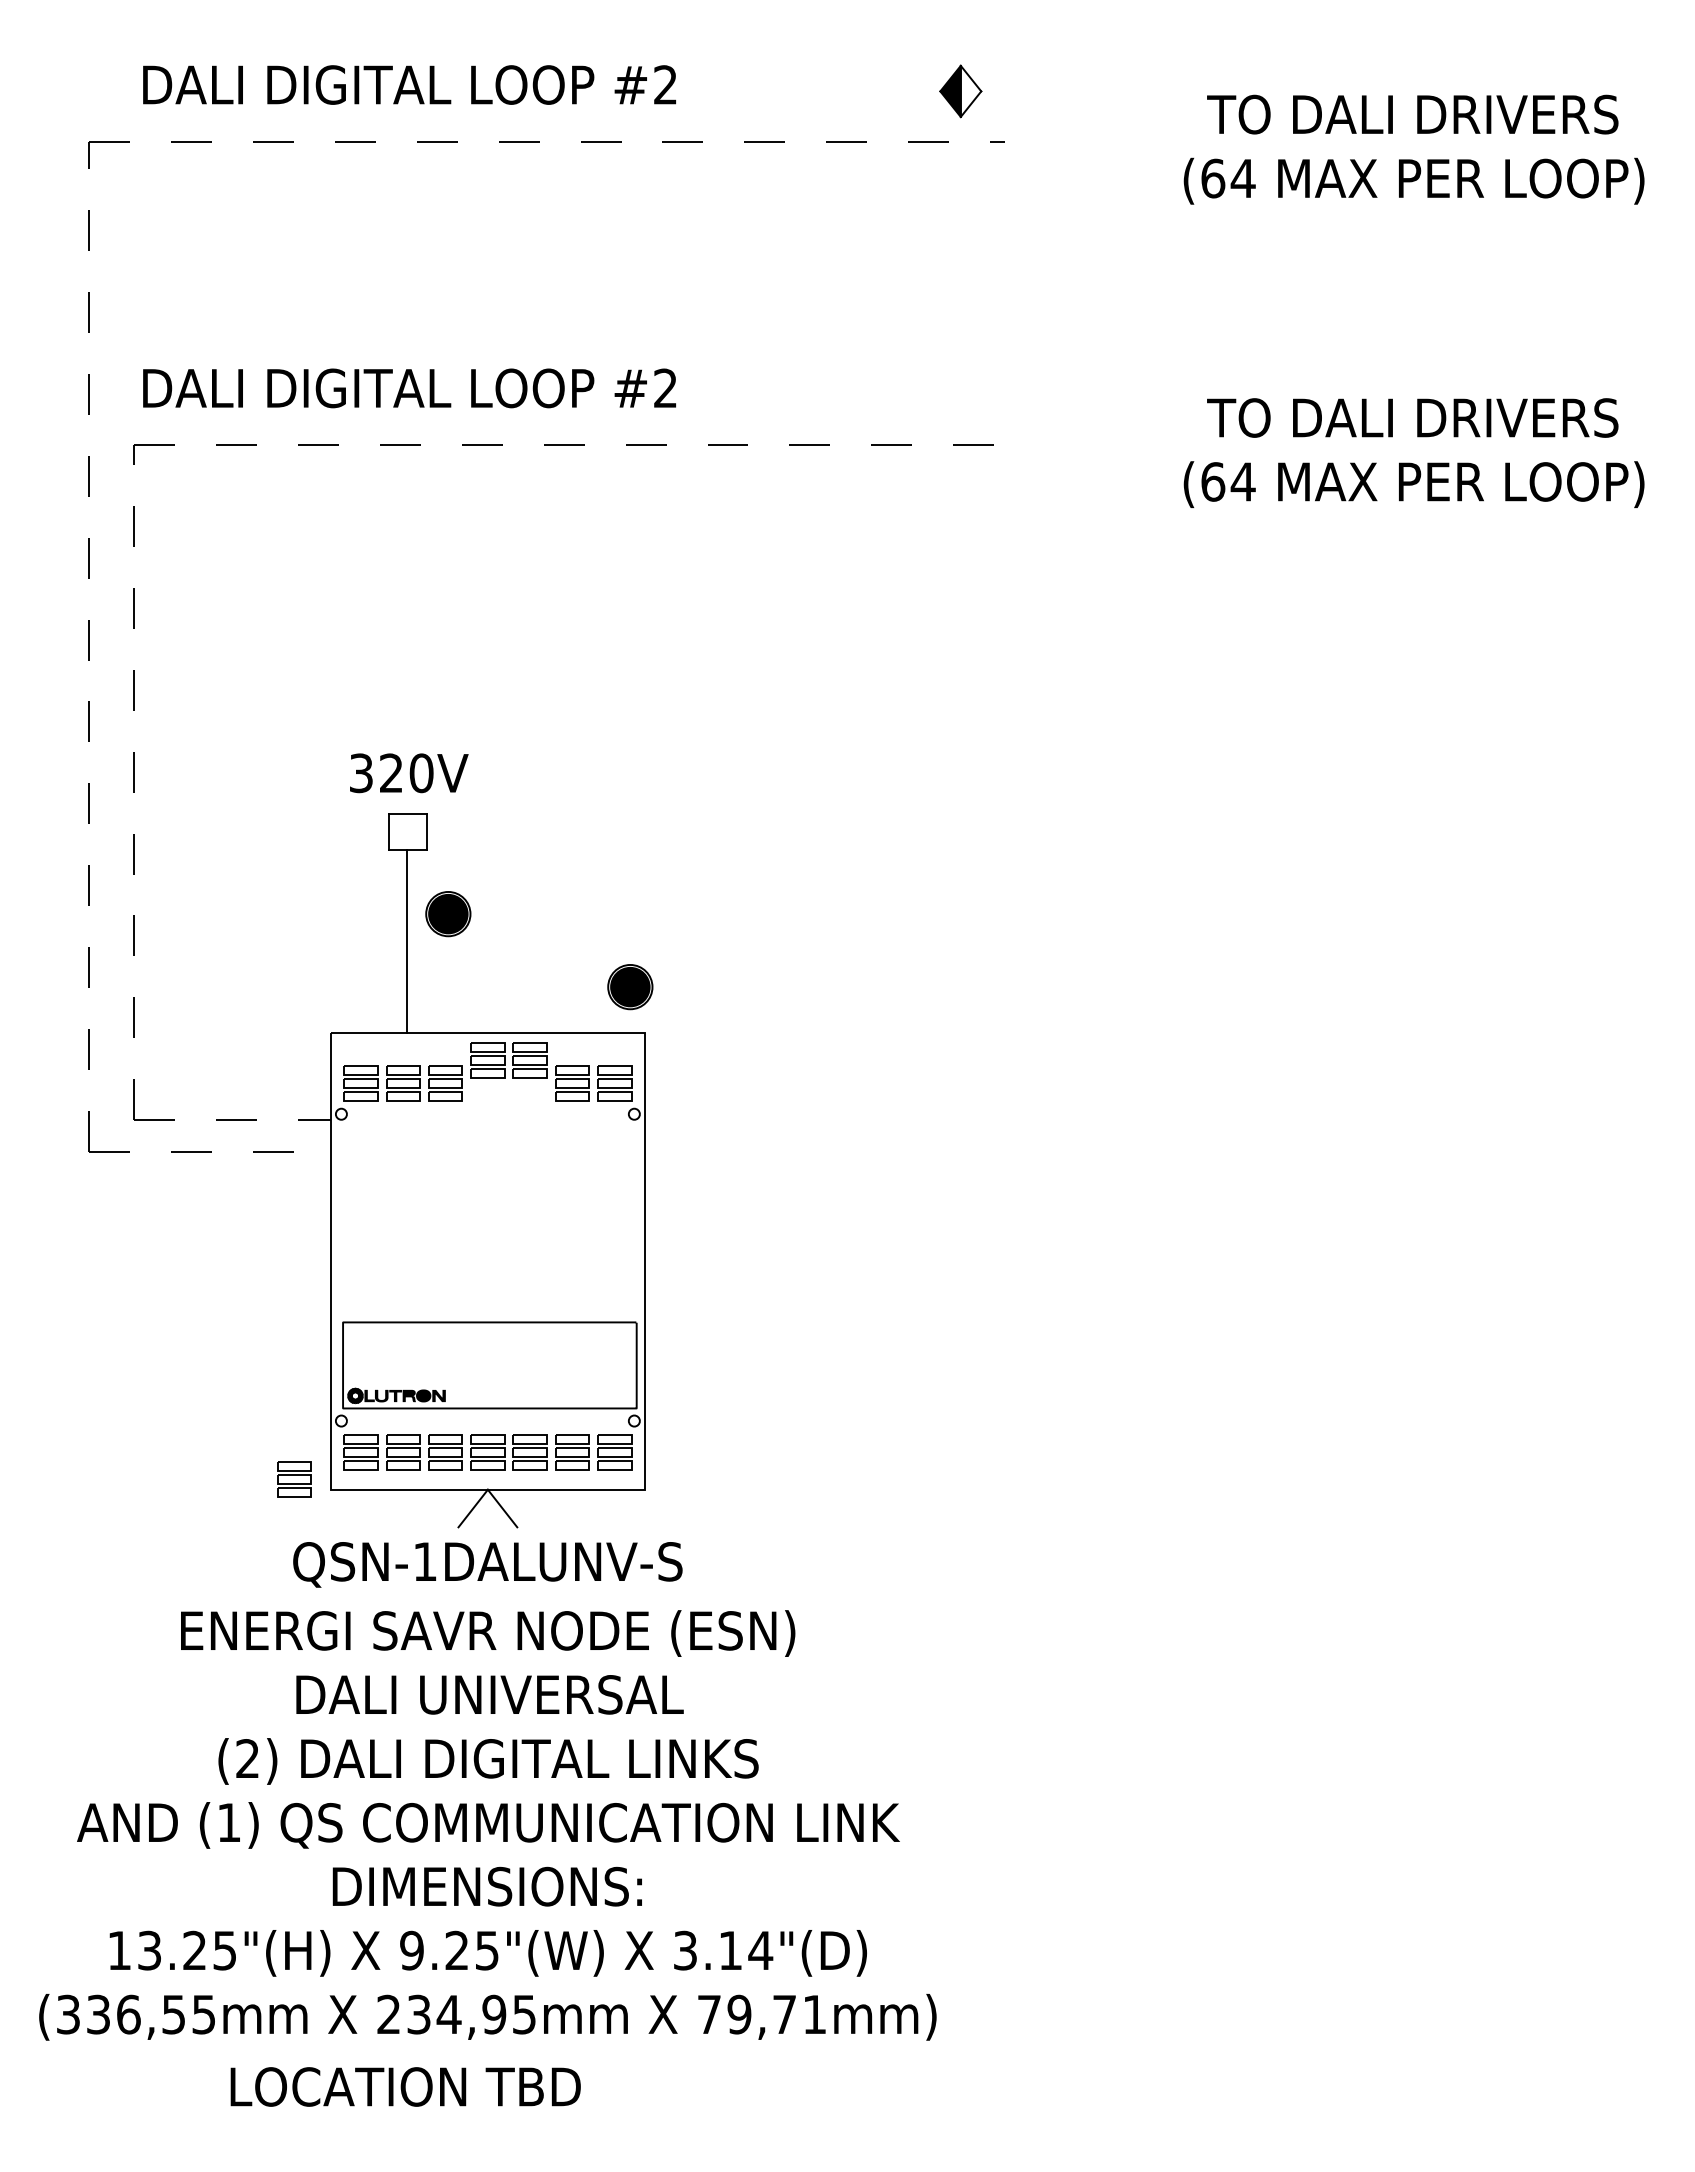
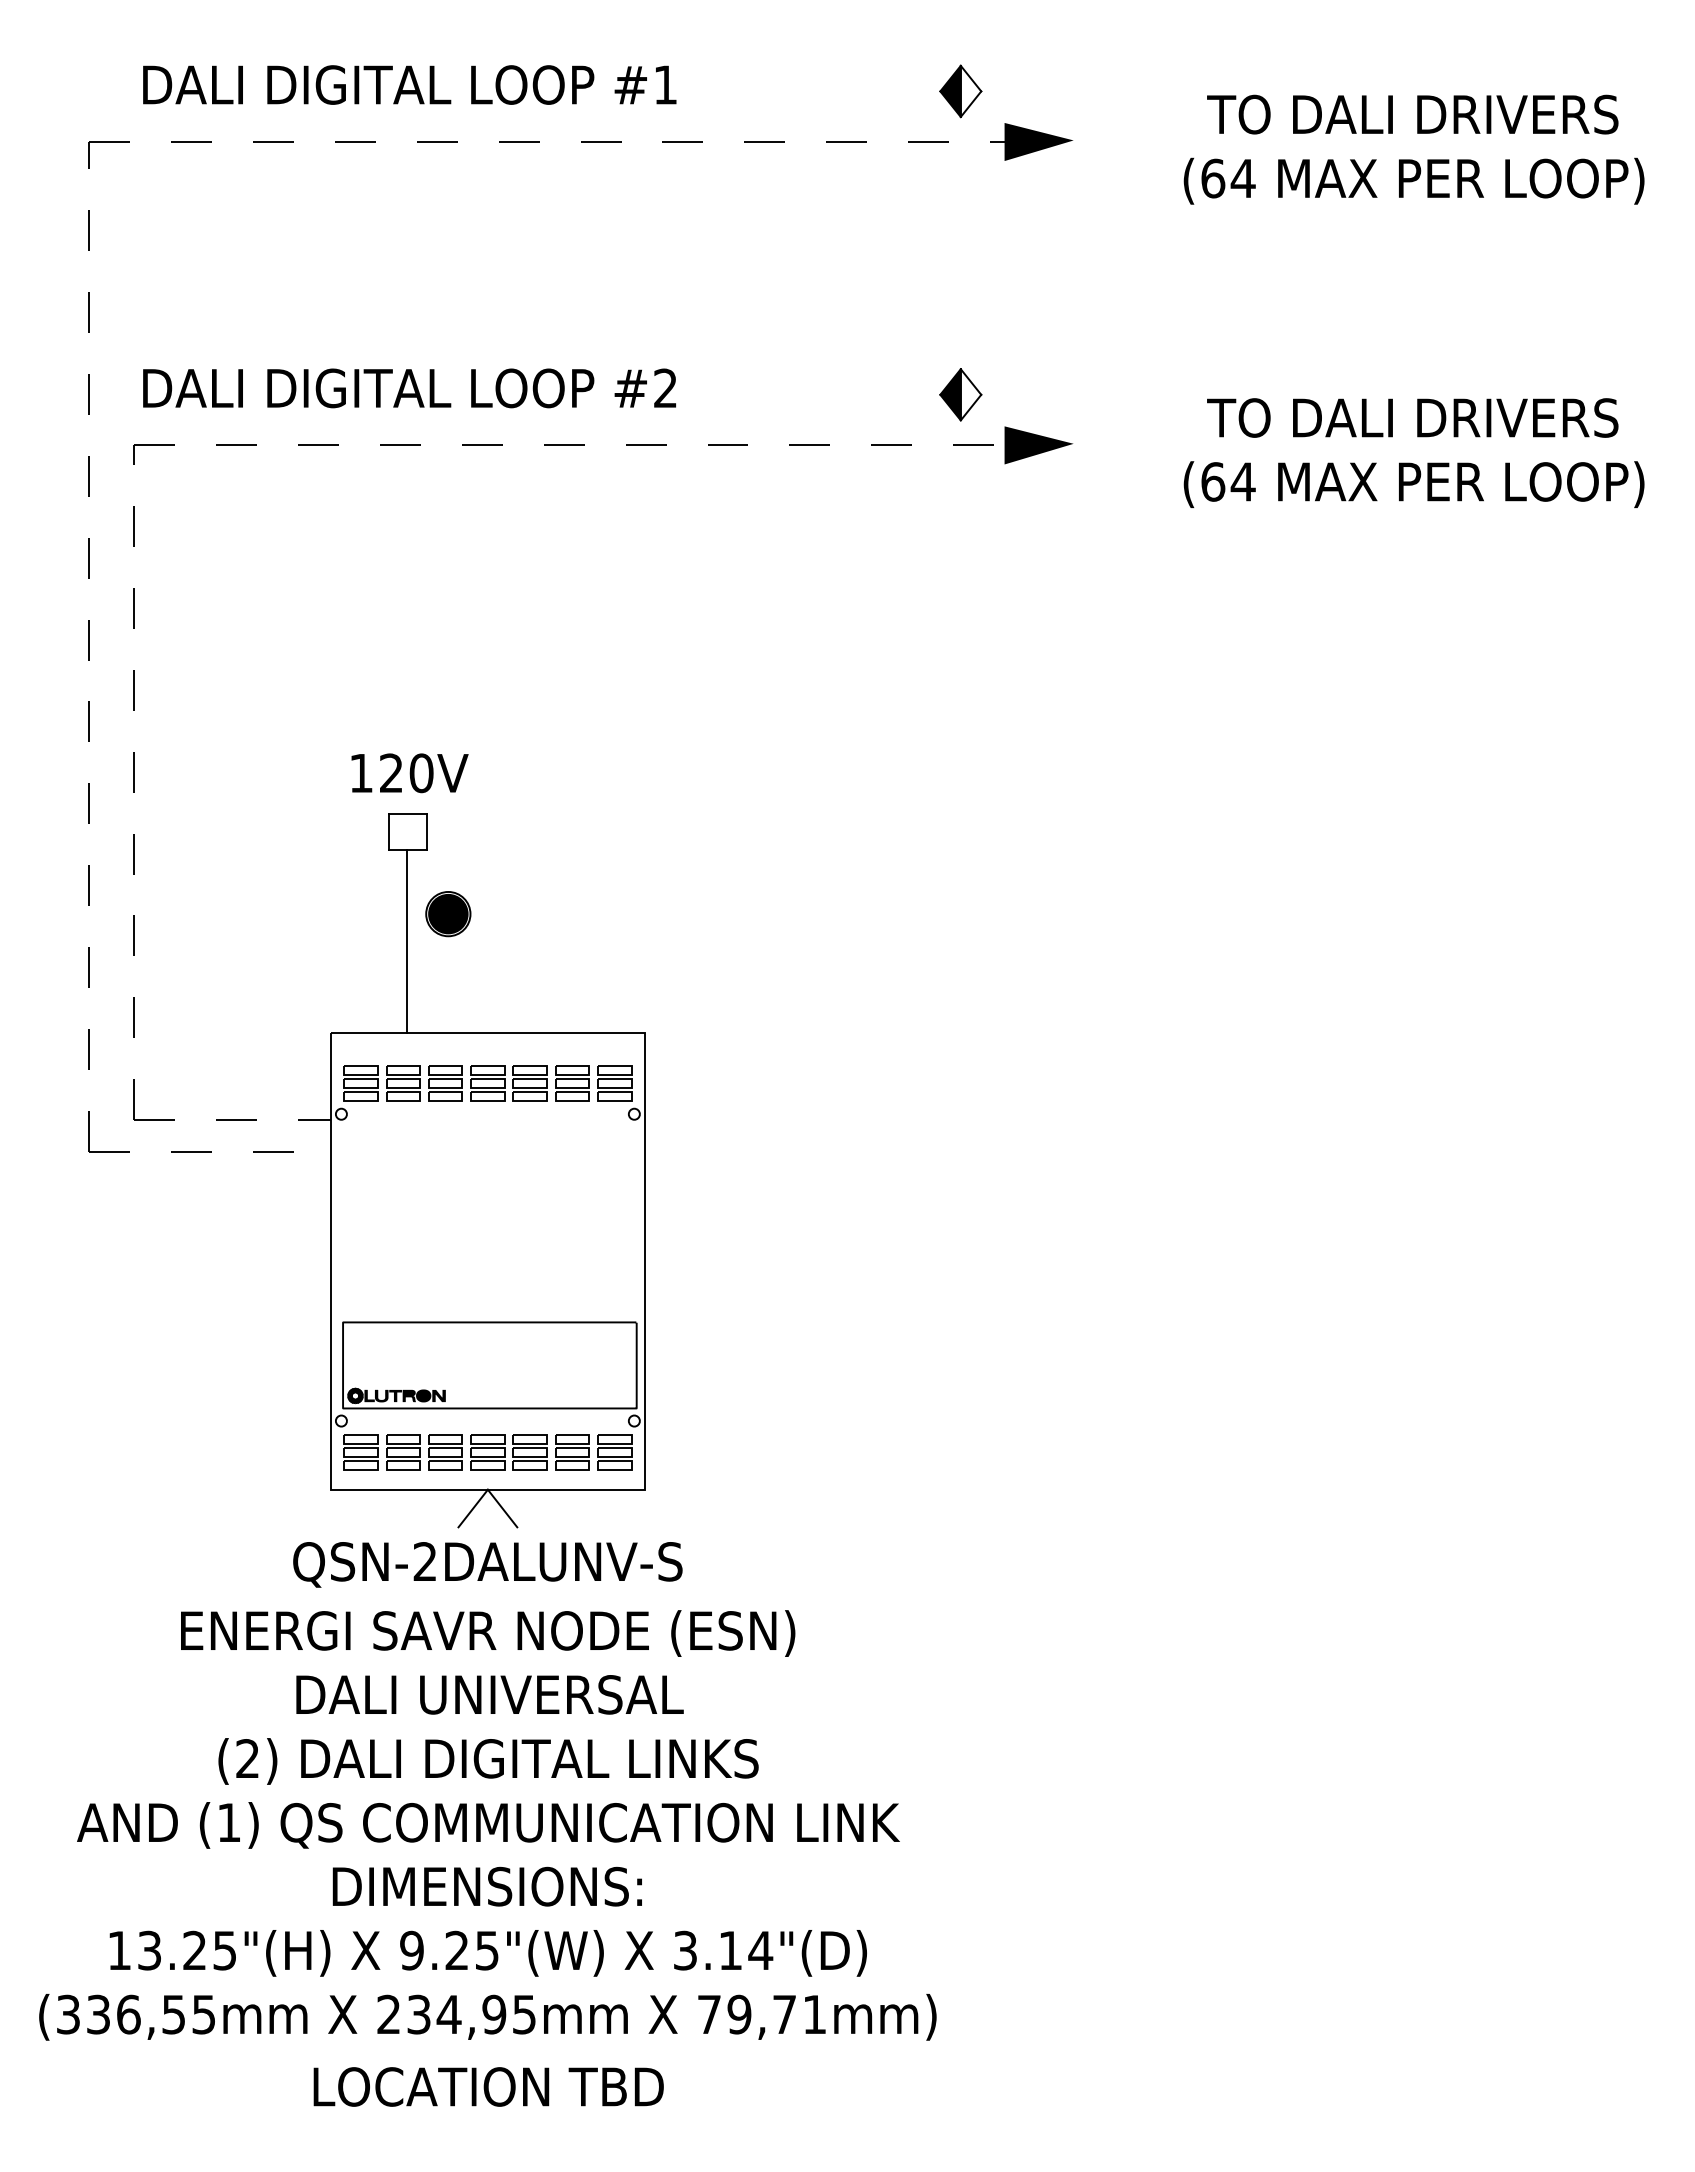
text at (665, 84): #2 -> #1
fill at (1038, 141): none -> present
part at (960, 394): none -> present
fill at (1038, 445): none -> present
text at (361, 773): 320V -> 120V
part at (630, 987): present -> none
part at (508, 1060) position: (508, 1060) -> (508, 1083)
part at (294, 1479): present -> none
text at (424, 1561): QSN-1DALUNV-S -> QSN-2DALUNV-S
text at (405, 2086) position: (405, 2086) -> (488, 2086)
